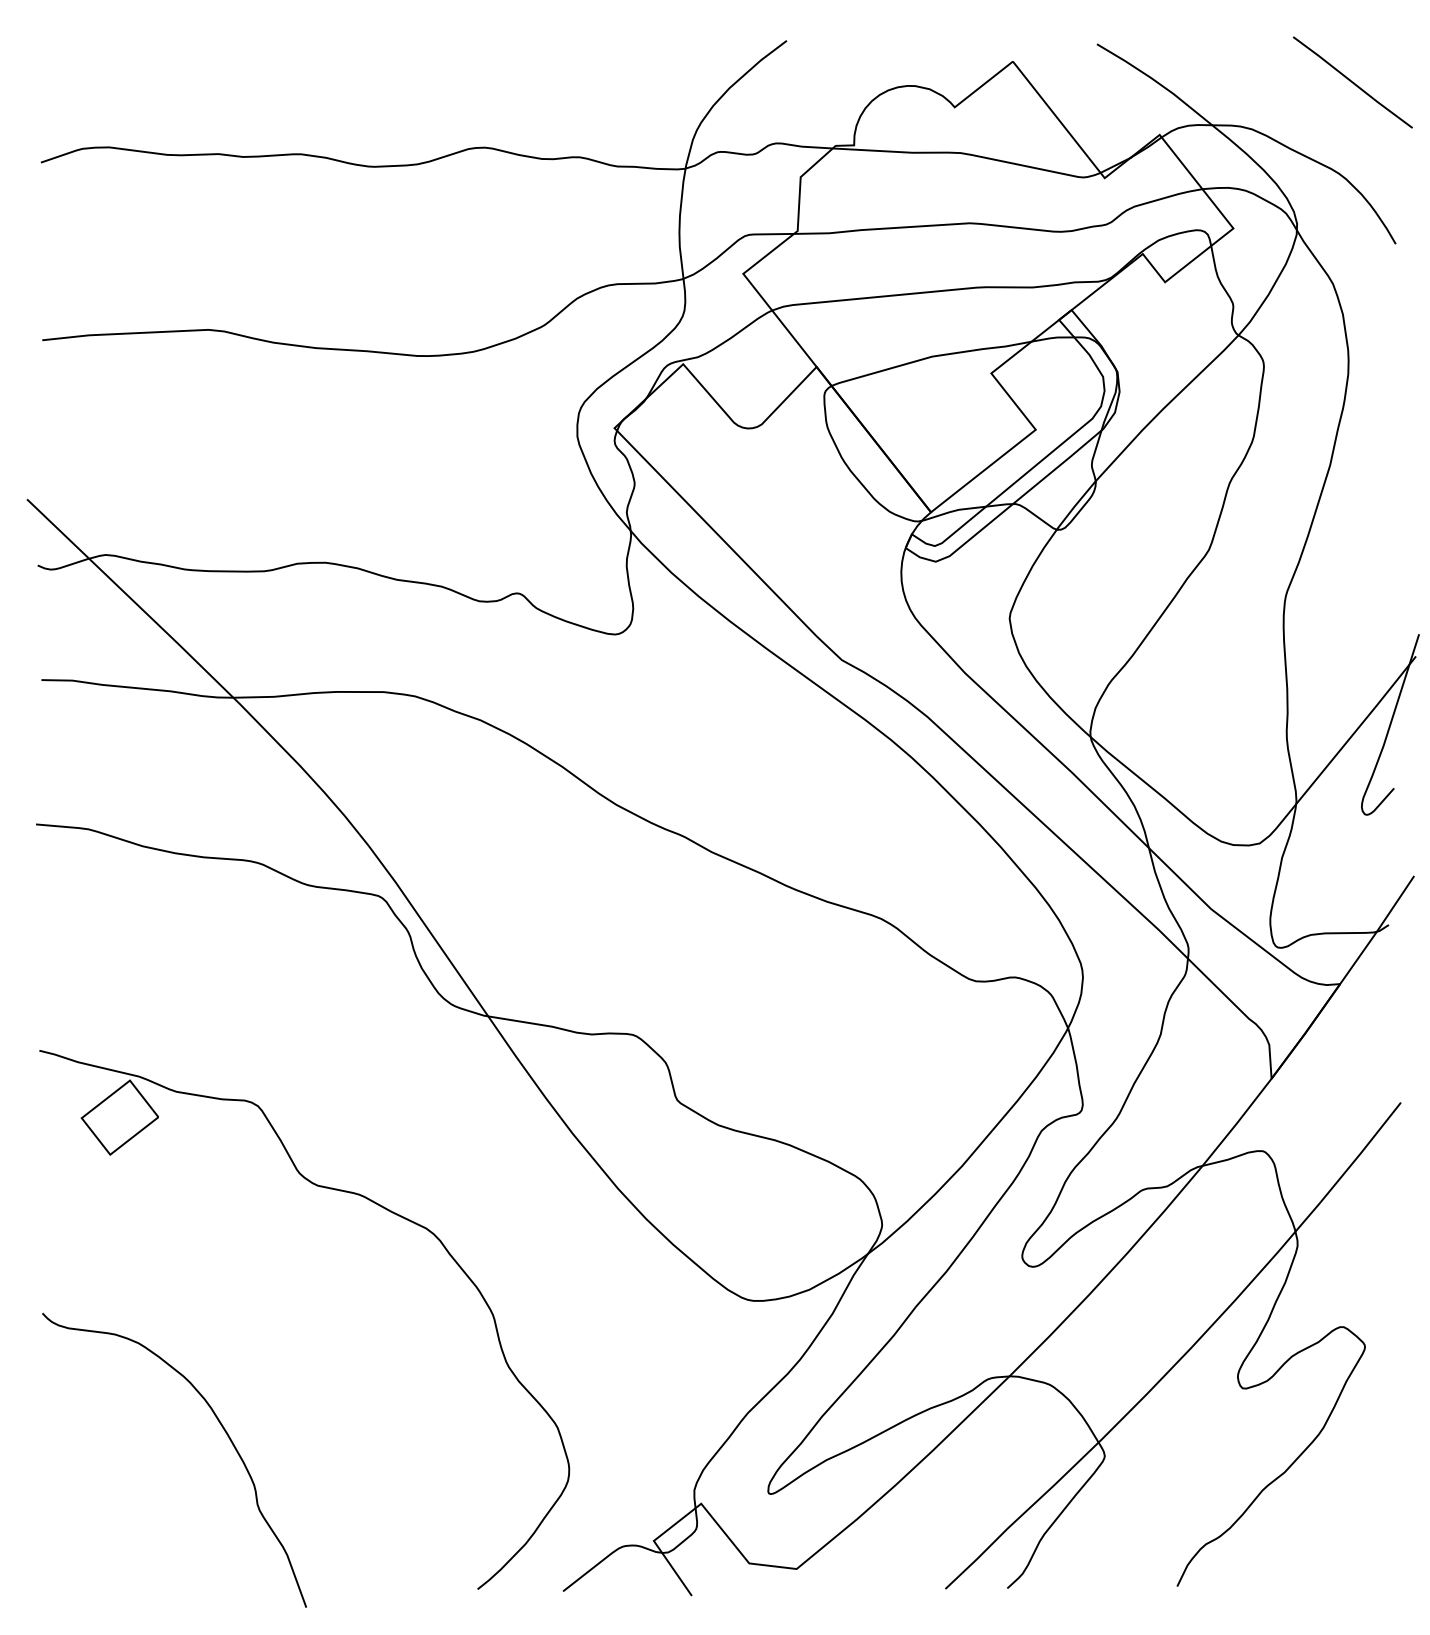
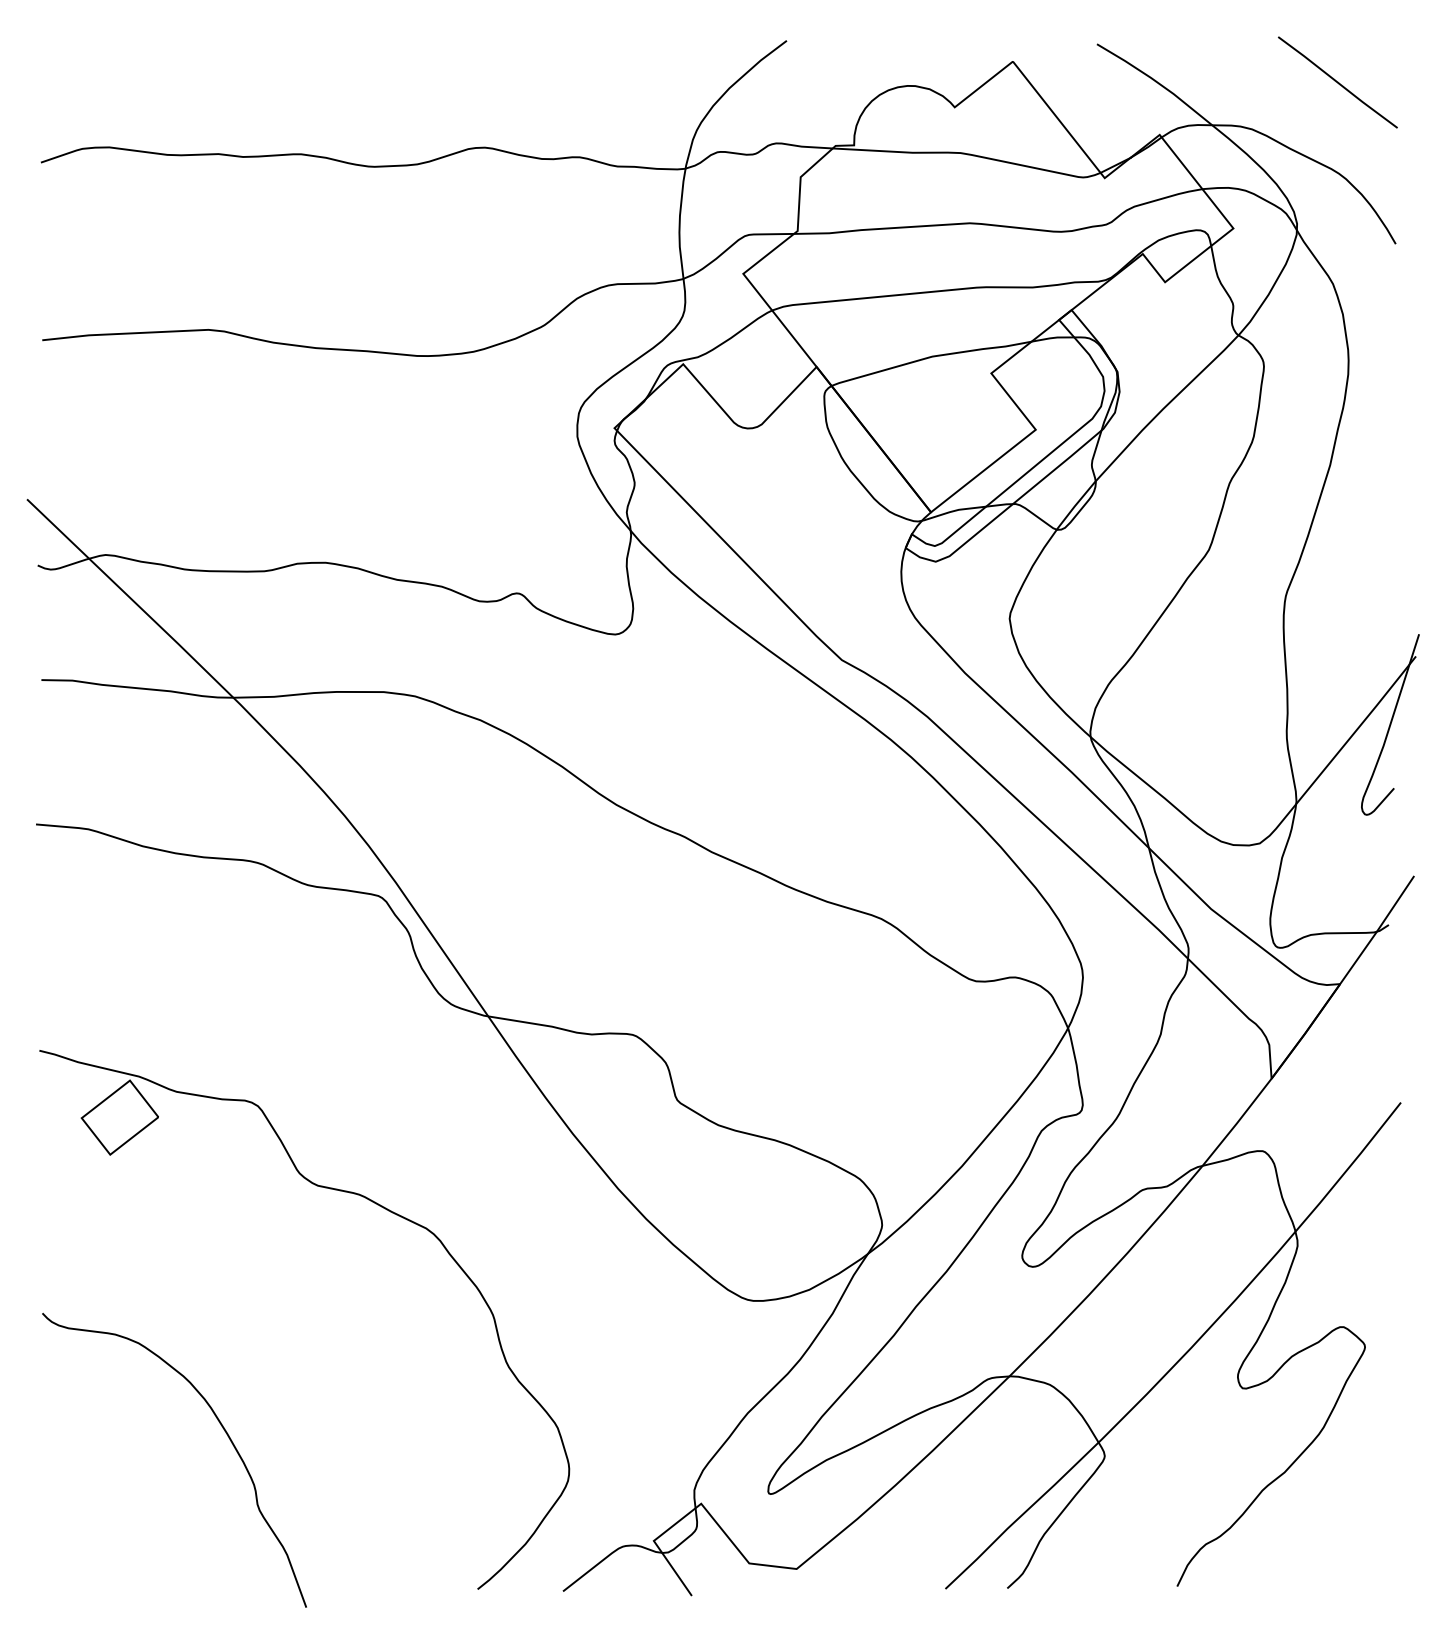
line at (1352, 82) position: (1352, 82) -> (1337, 82)
